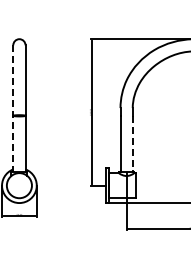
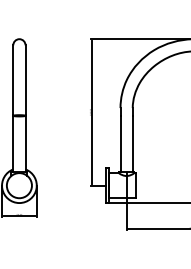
line at (13, 108): dashed -> solid
line at (132, 144): dashed -> solid
